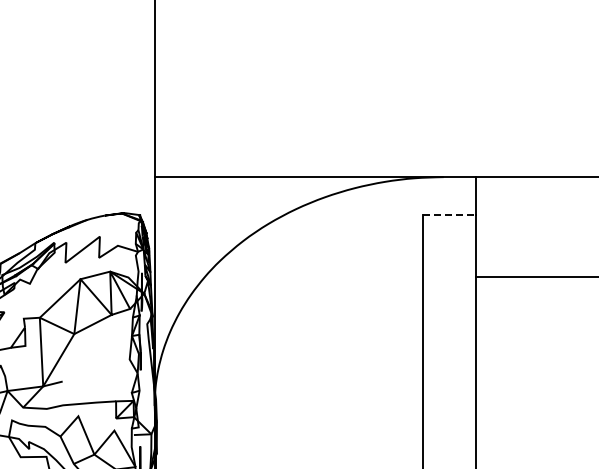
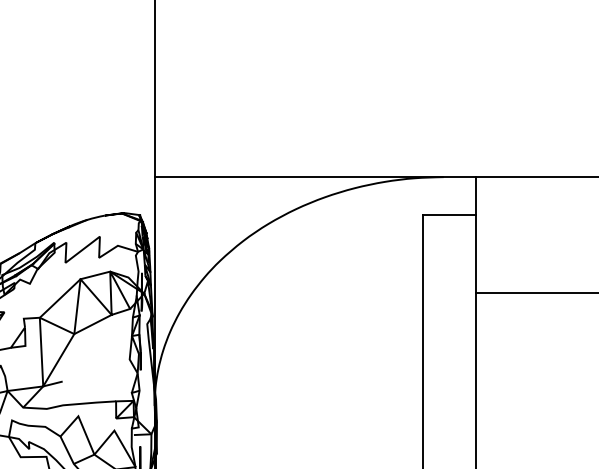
line at (449, 215): dashed -> solid
line at (535, 277) position: (535, 277) -> (535, 293)
